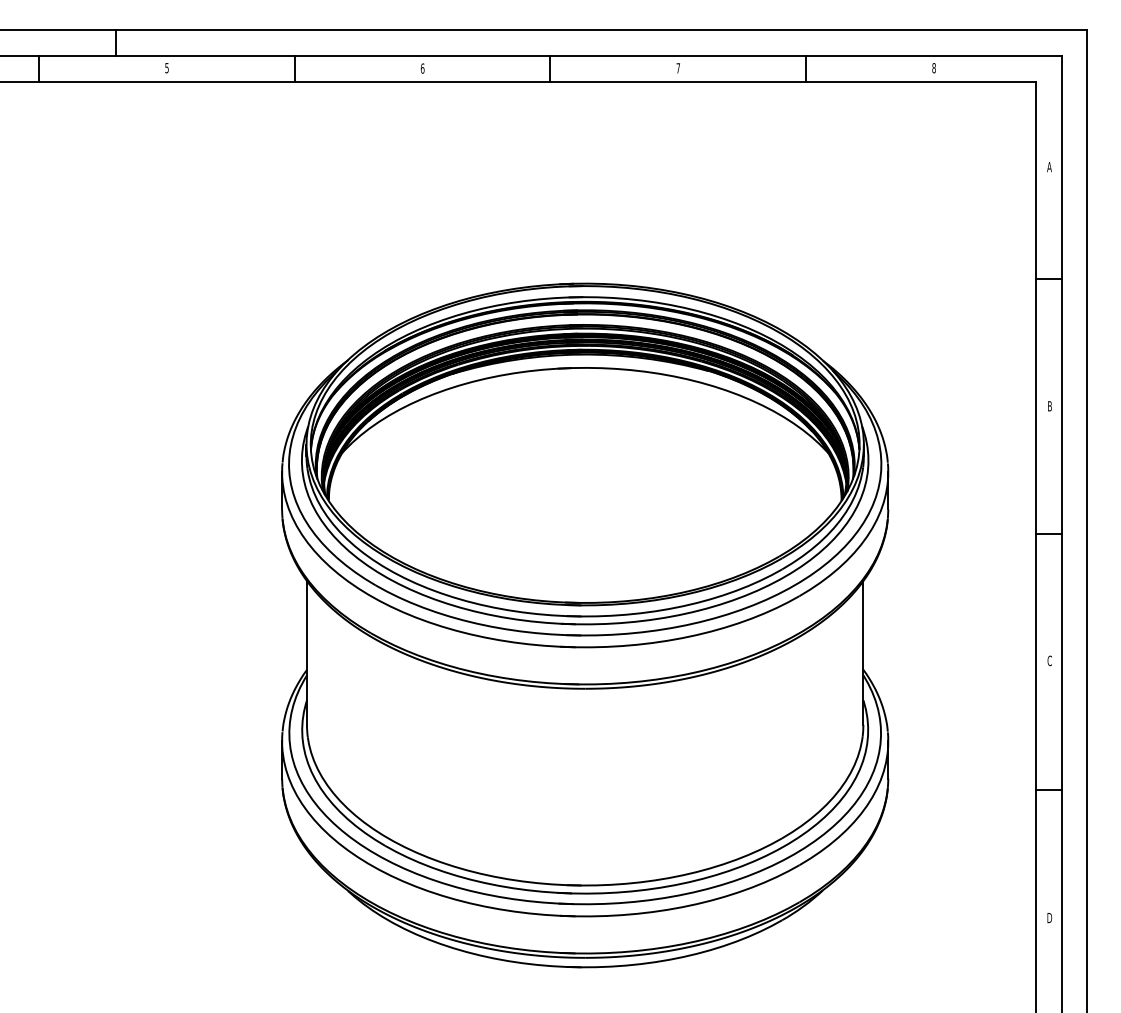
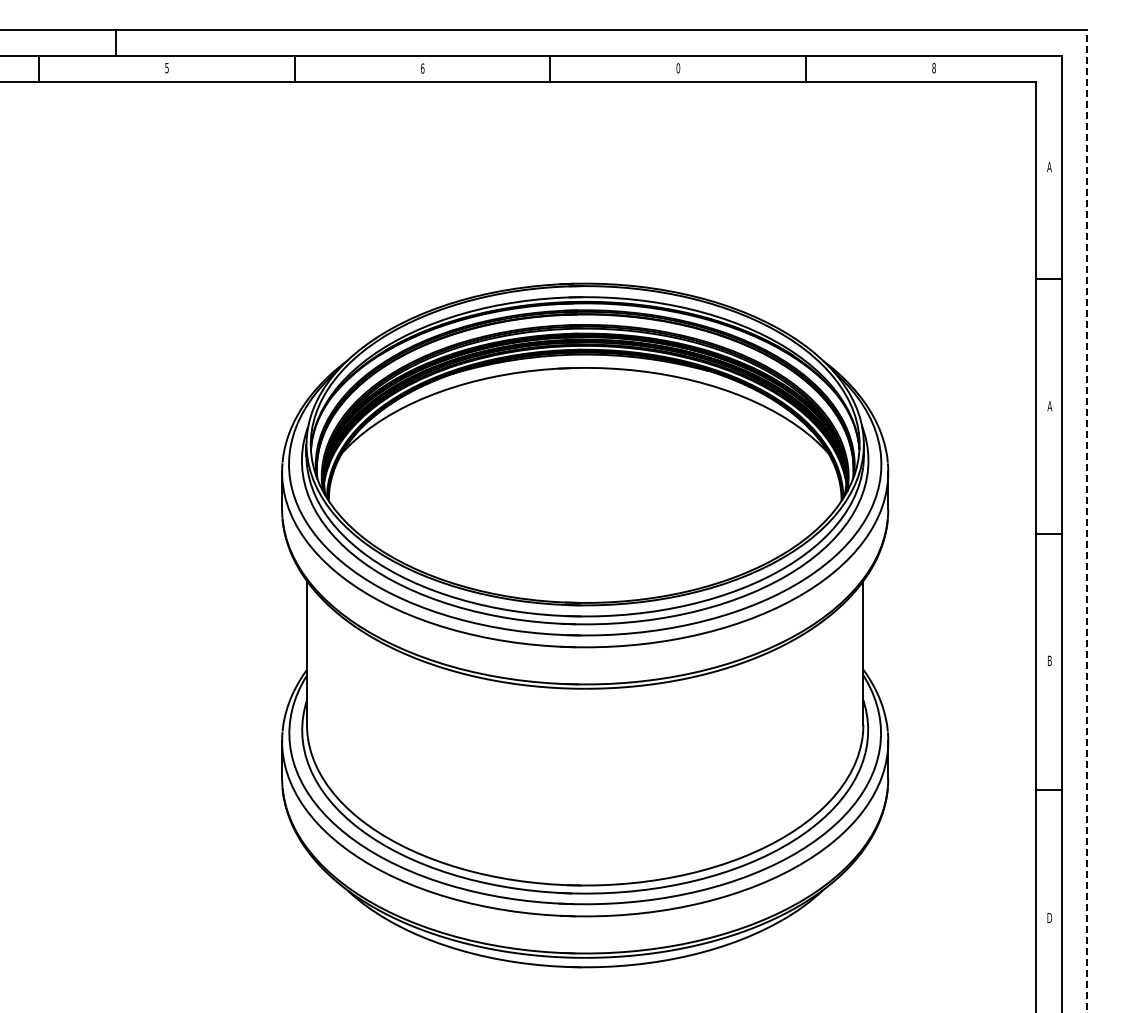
text at (678, 68): 7 -> 0
text at (1049, 406): B -> A
line at (1087, 521): solid -> dashed
text at (1049, 660): C -> B
